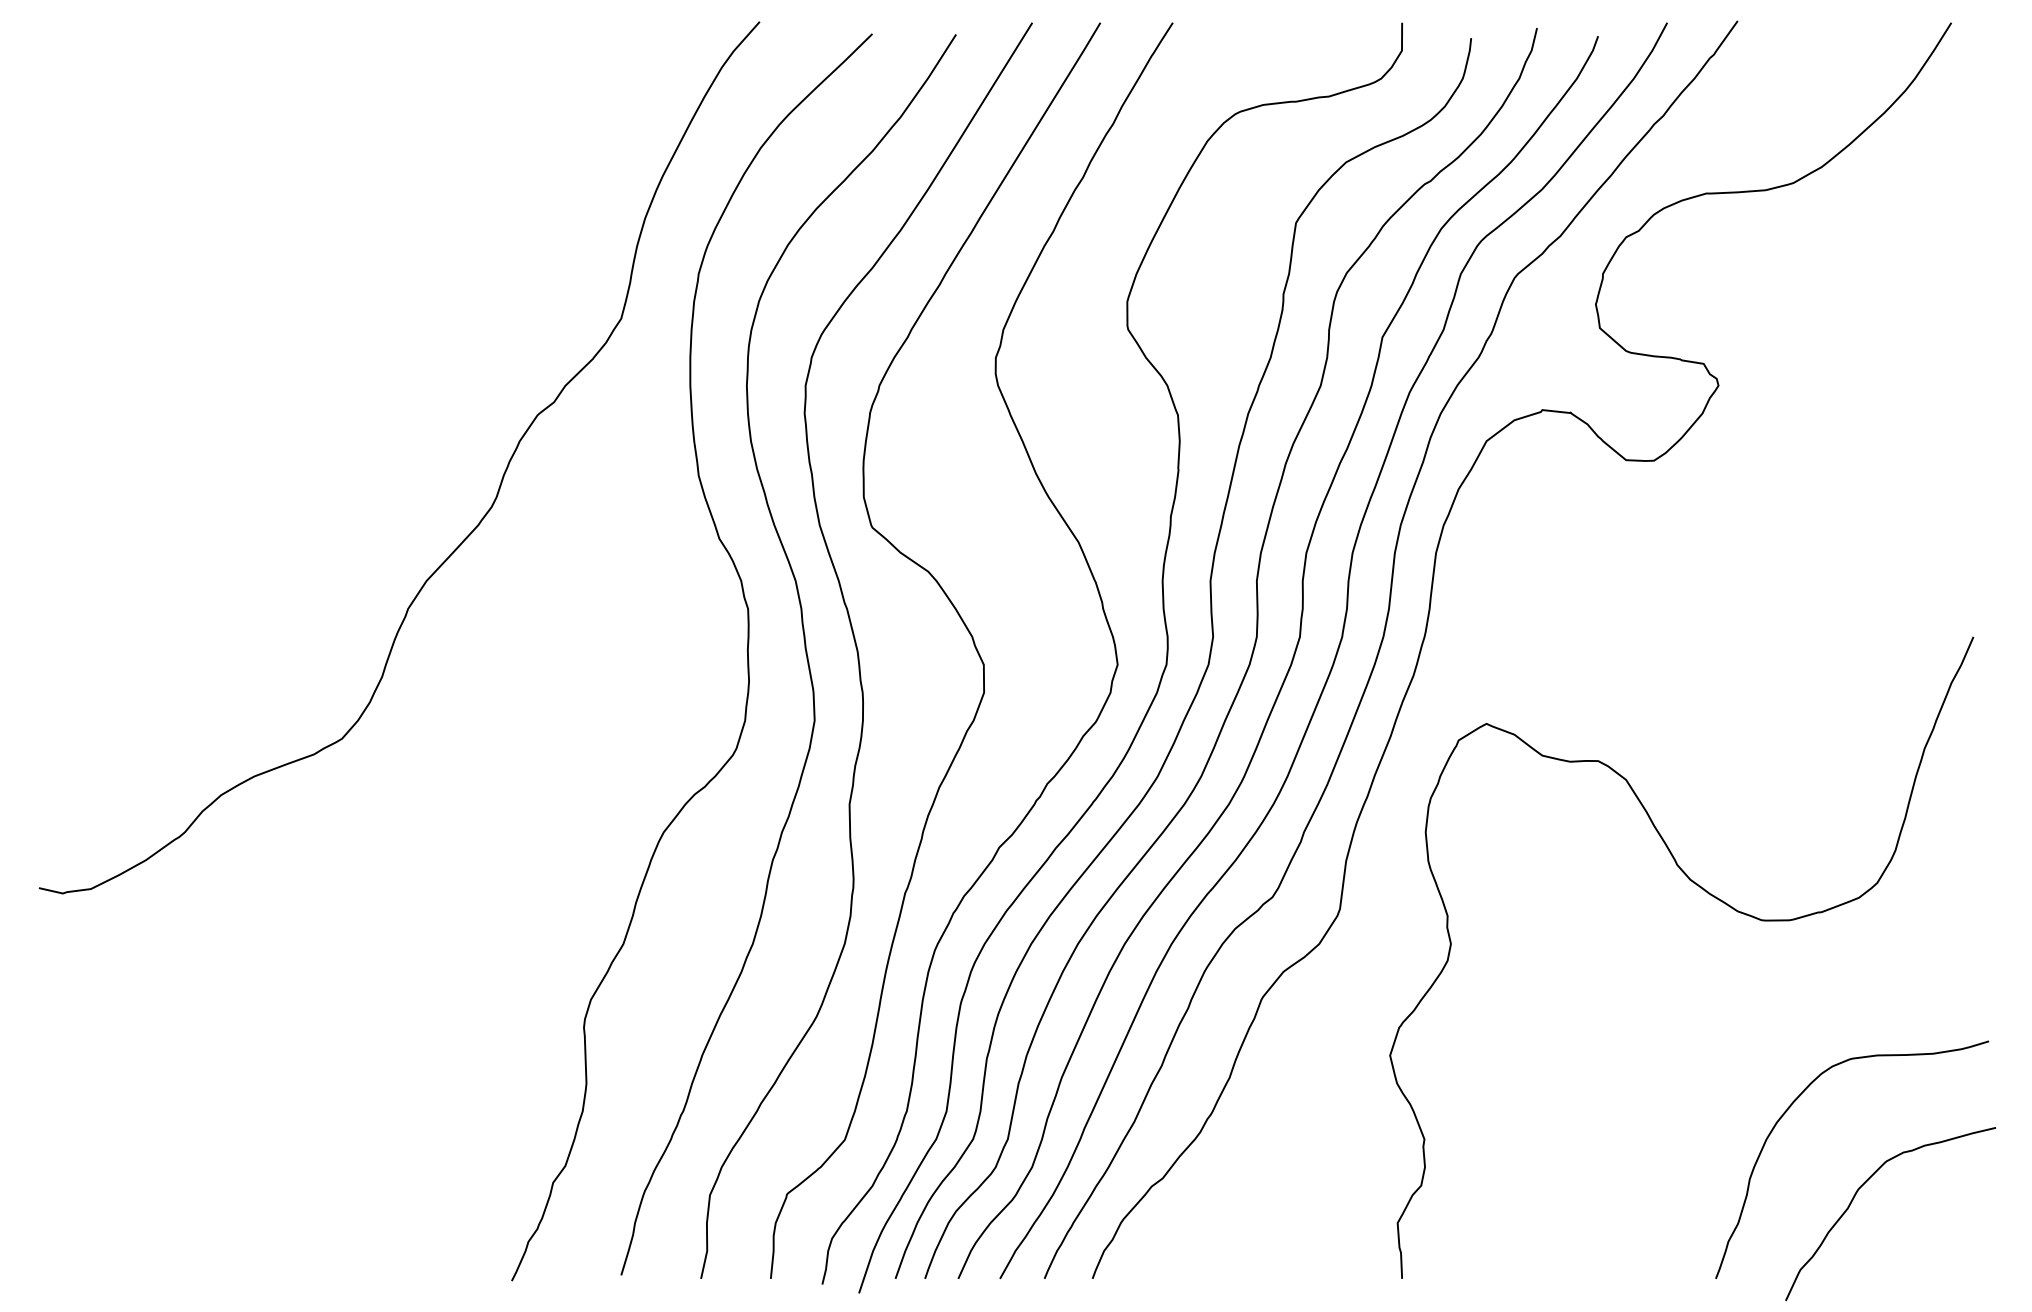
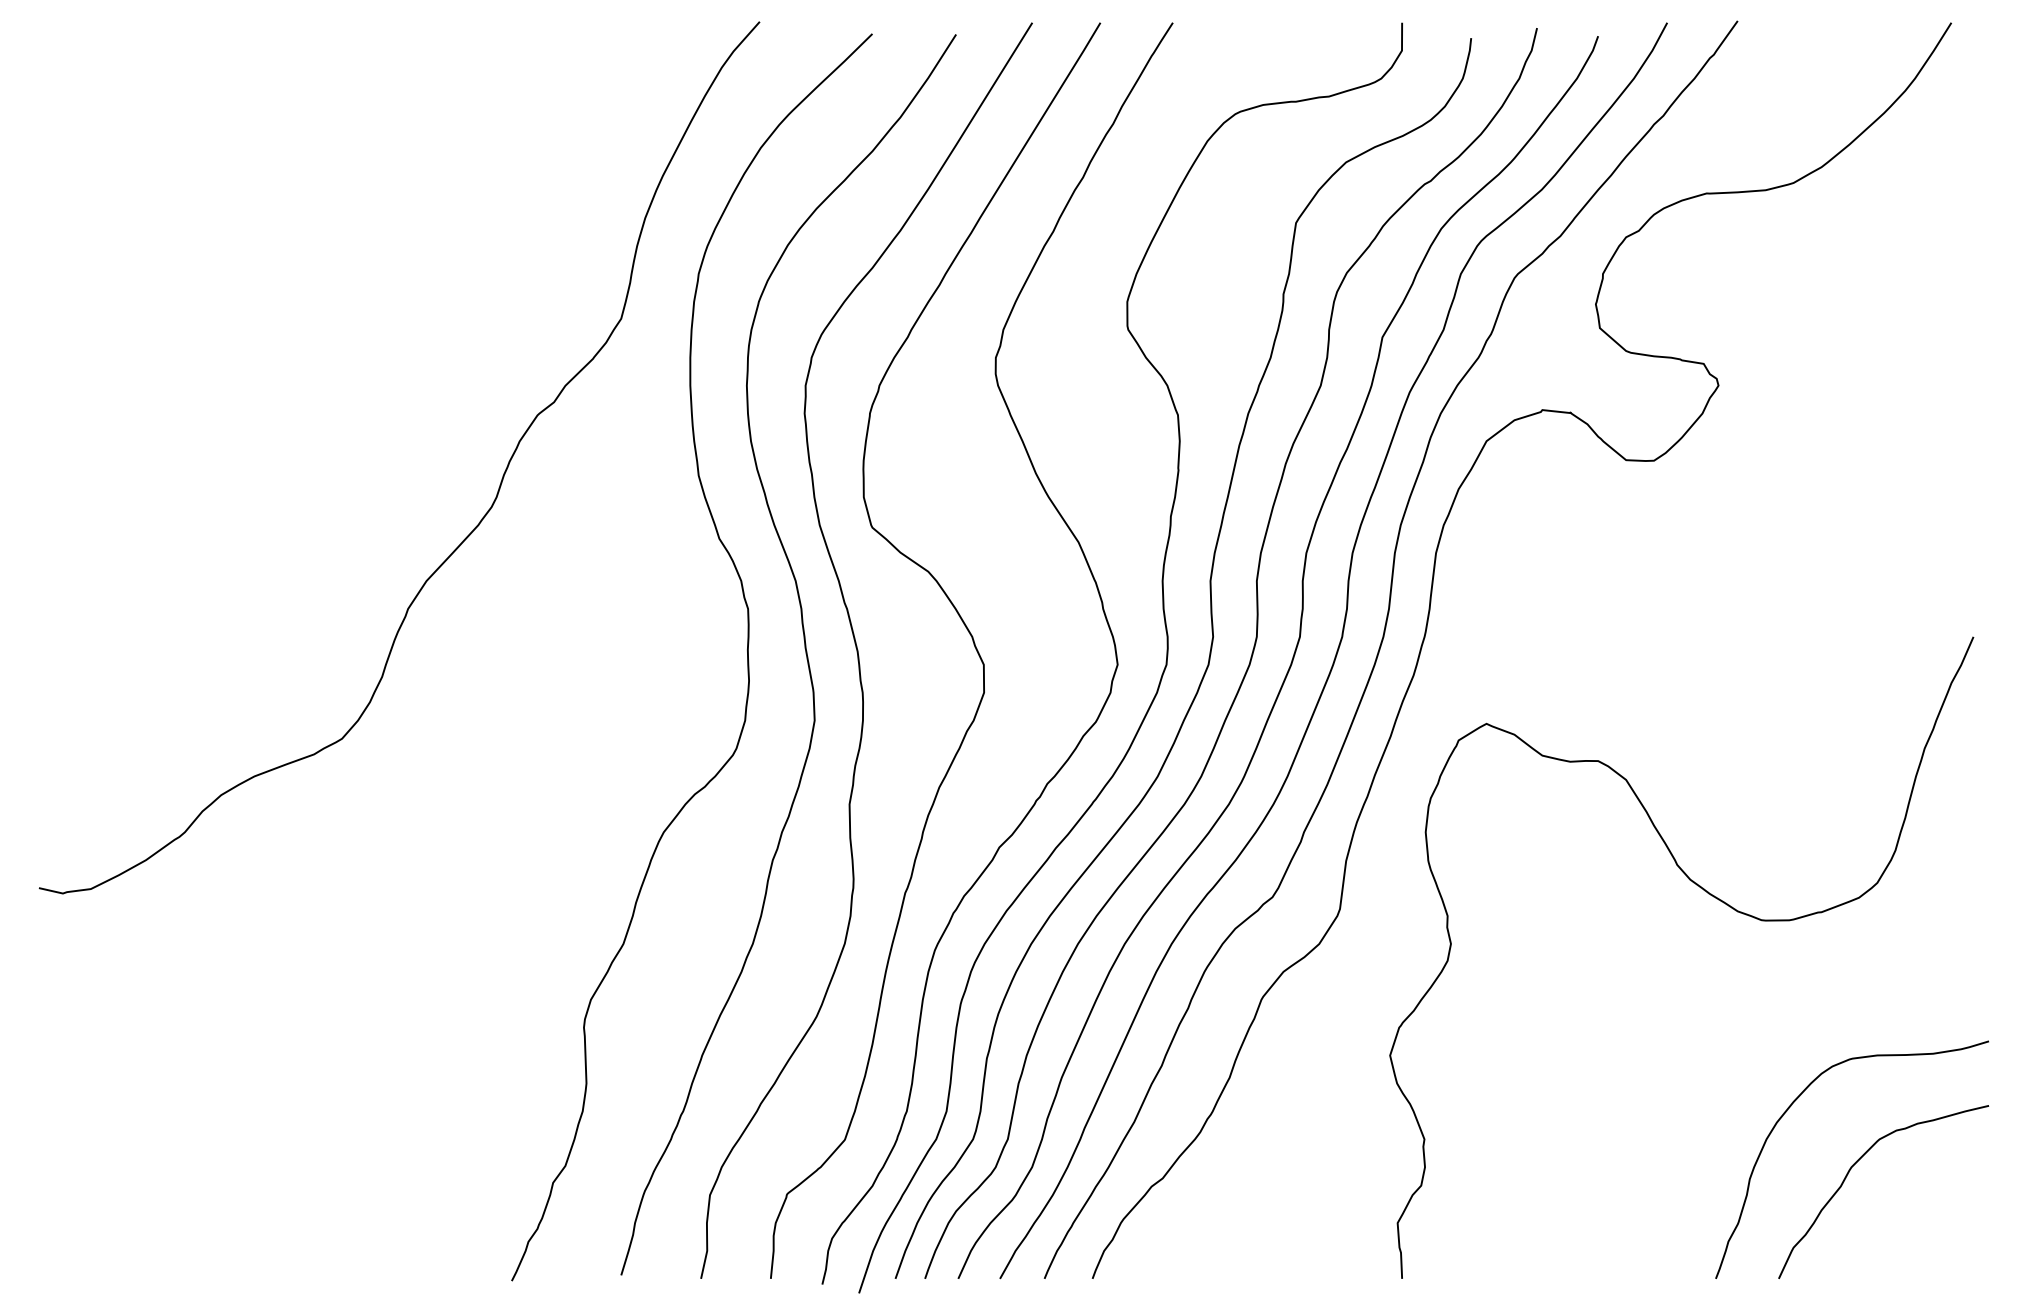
curve at (1858, 1191) position: (1858, 1191) -> (1851, 1169)
